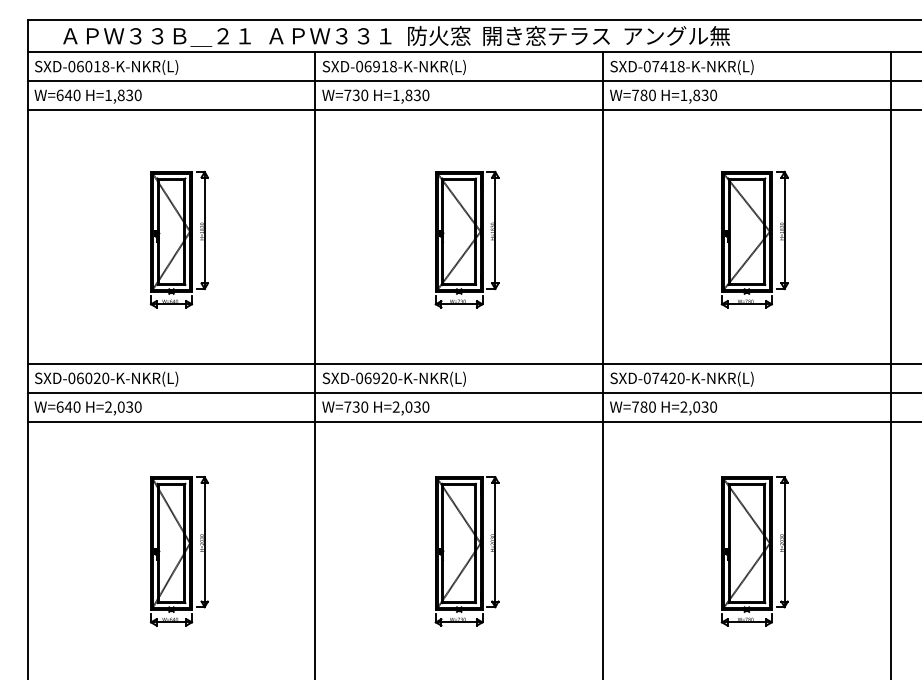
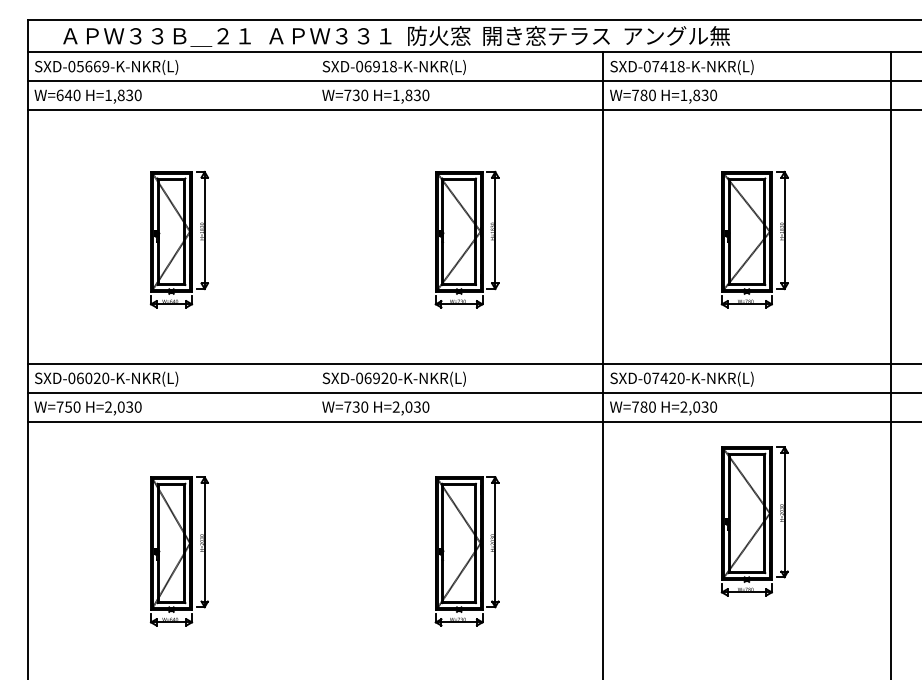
text at (92, 66): SXD-06018-K-NKR(L) -> SXD-05669-K-NKR(L)
line at (315, 364): present -> none
text at (64, 406): W=640 -> W=750
part at (754, 551) position: (754, 551) -> (754, 521)
